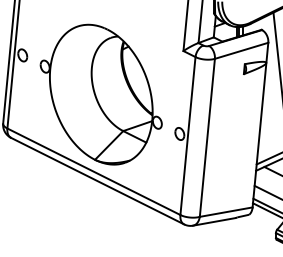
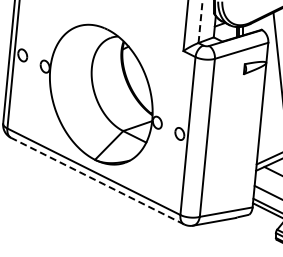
line at (200, 21): solid -> dashed
line at (97, 181): solid -> dashed
